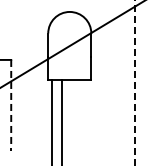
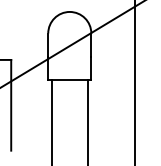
line at (134, 82): dashed -> solid
line at (11, 105): dashed -> solid
line at (61, 120) position: (61, 120) -> (87, 120)
